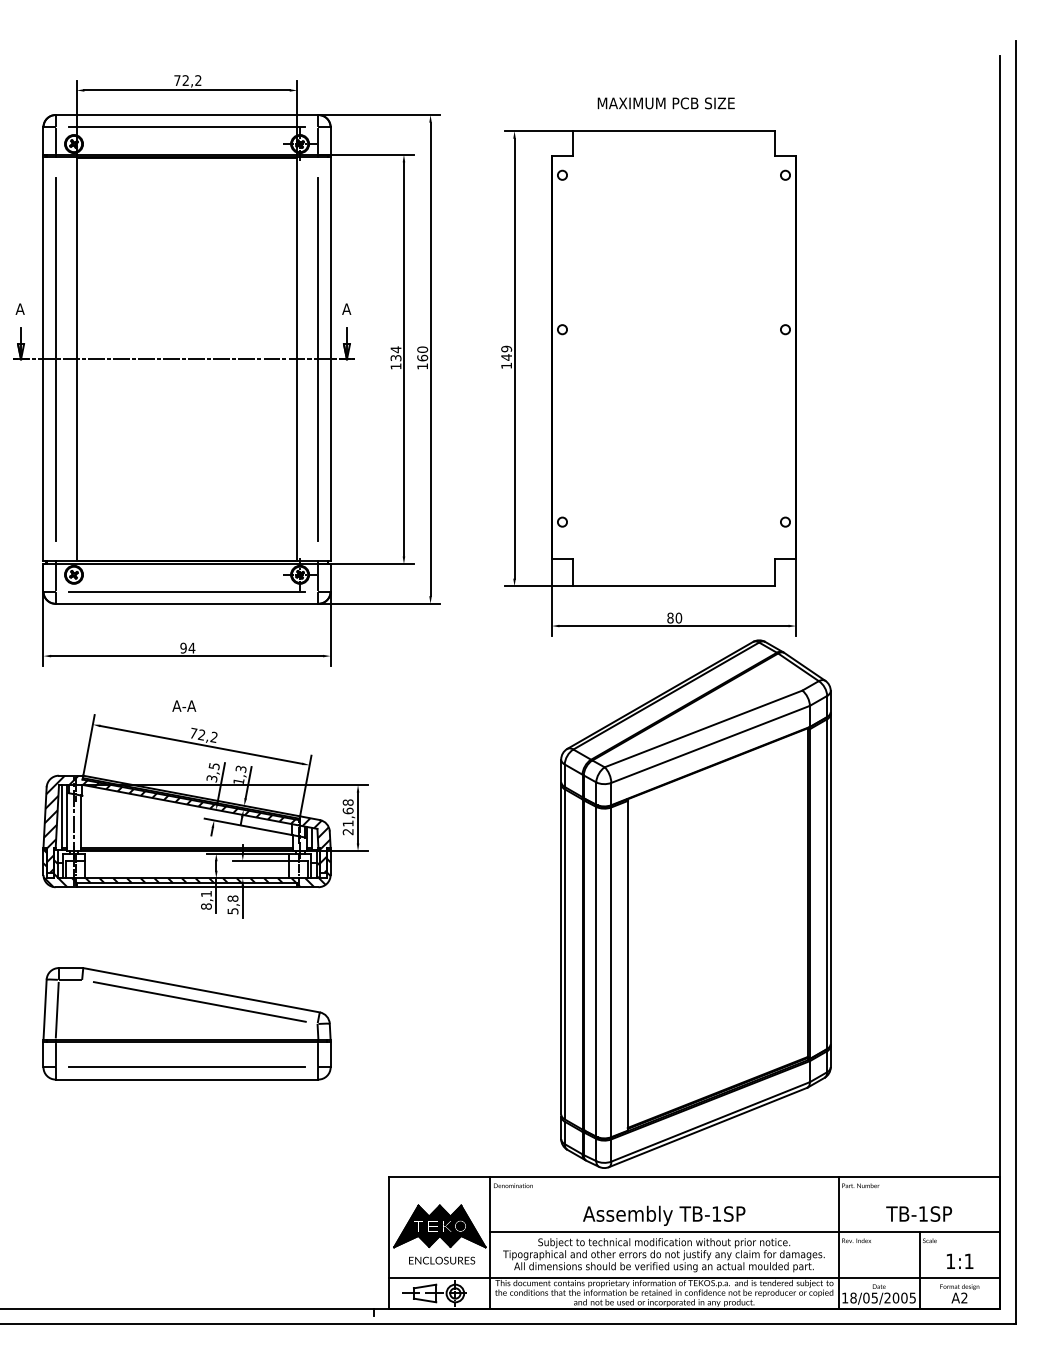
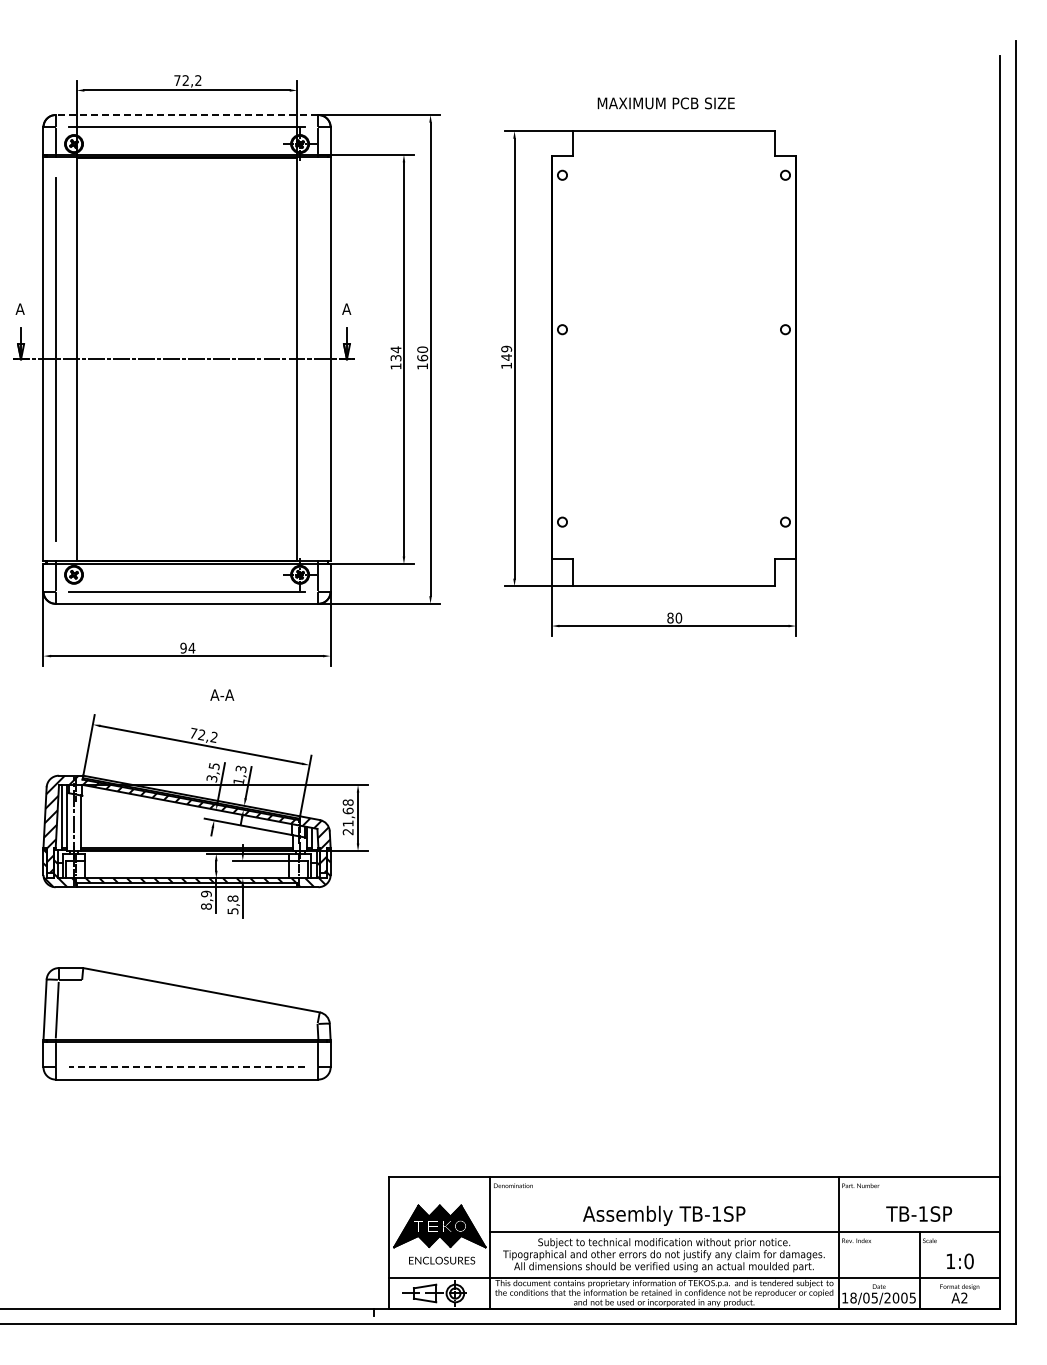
line at (186, 115): solid -> dashed
line at (318, 359): present -> none
text at (184, 705) position: (184, 705) -> (222, 694)
text at (206, 893): 8,1 -> 8,9
part at (695, 903): present -> none
line at (199, 1001): present -> none
line at (186, 1067): solid -> dashed
text at (968, 1261): 1:1 -> 1:0
